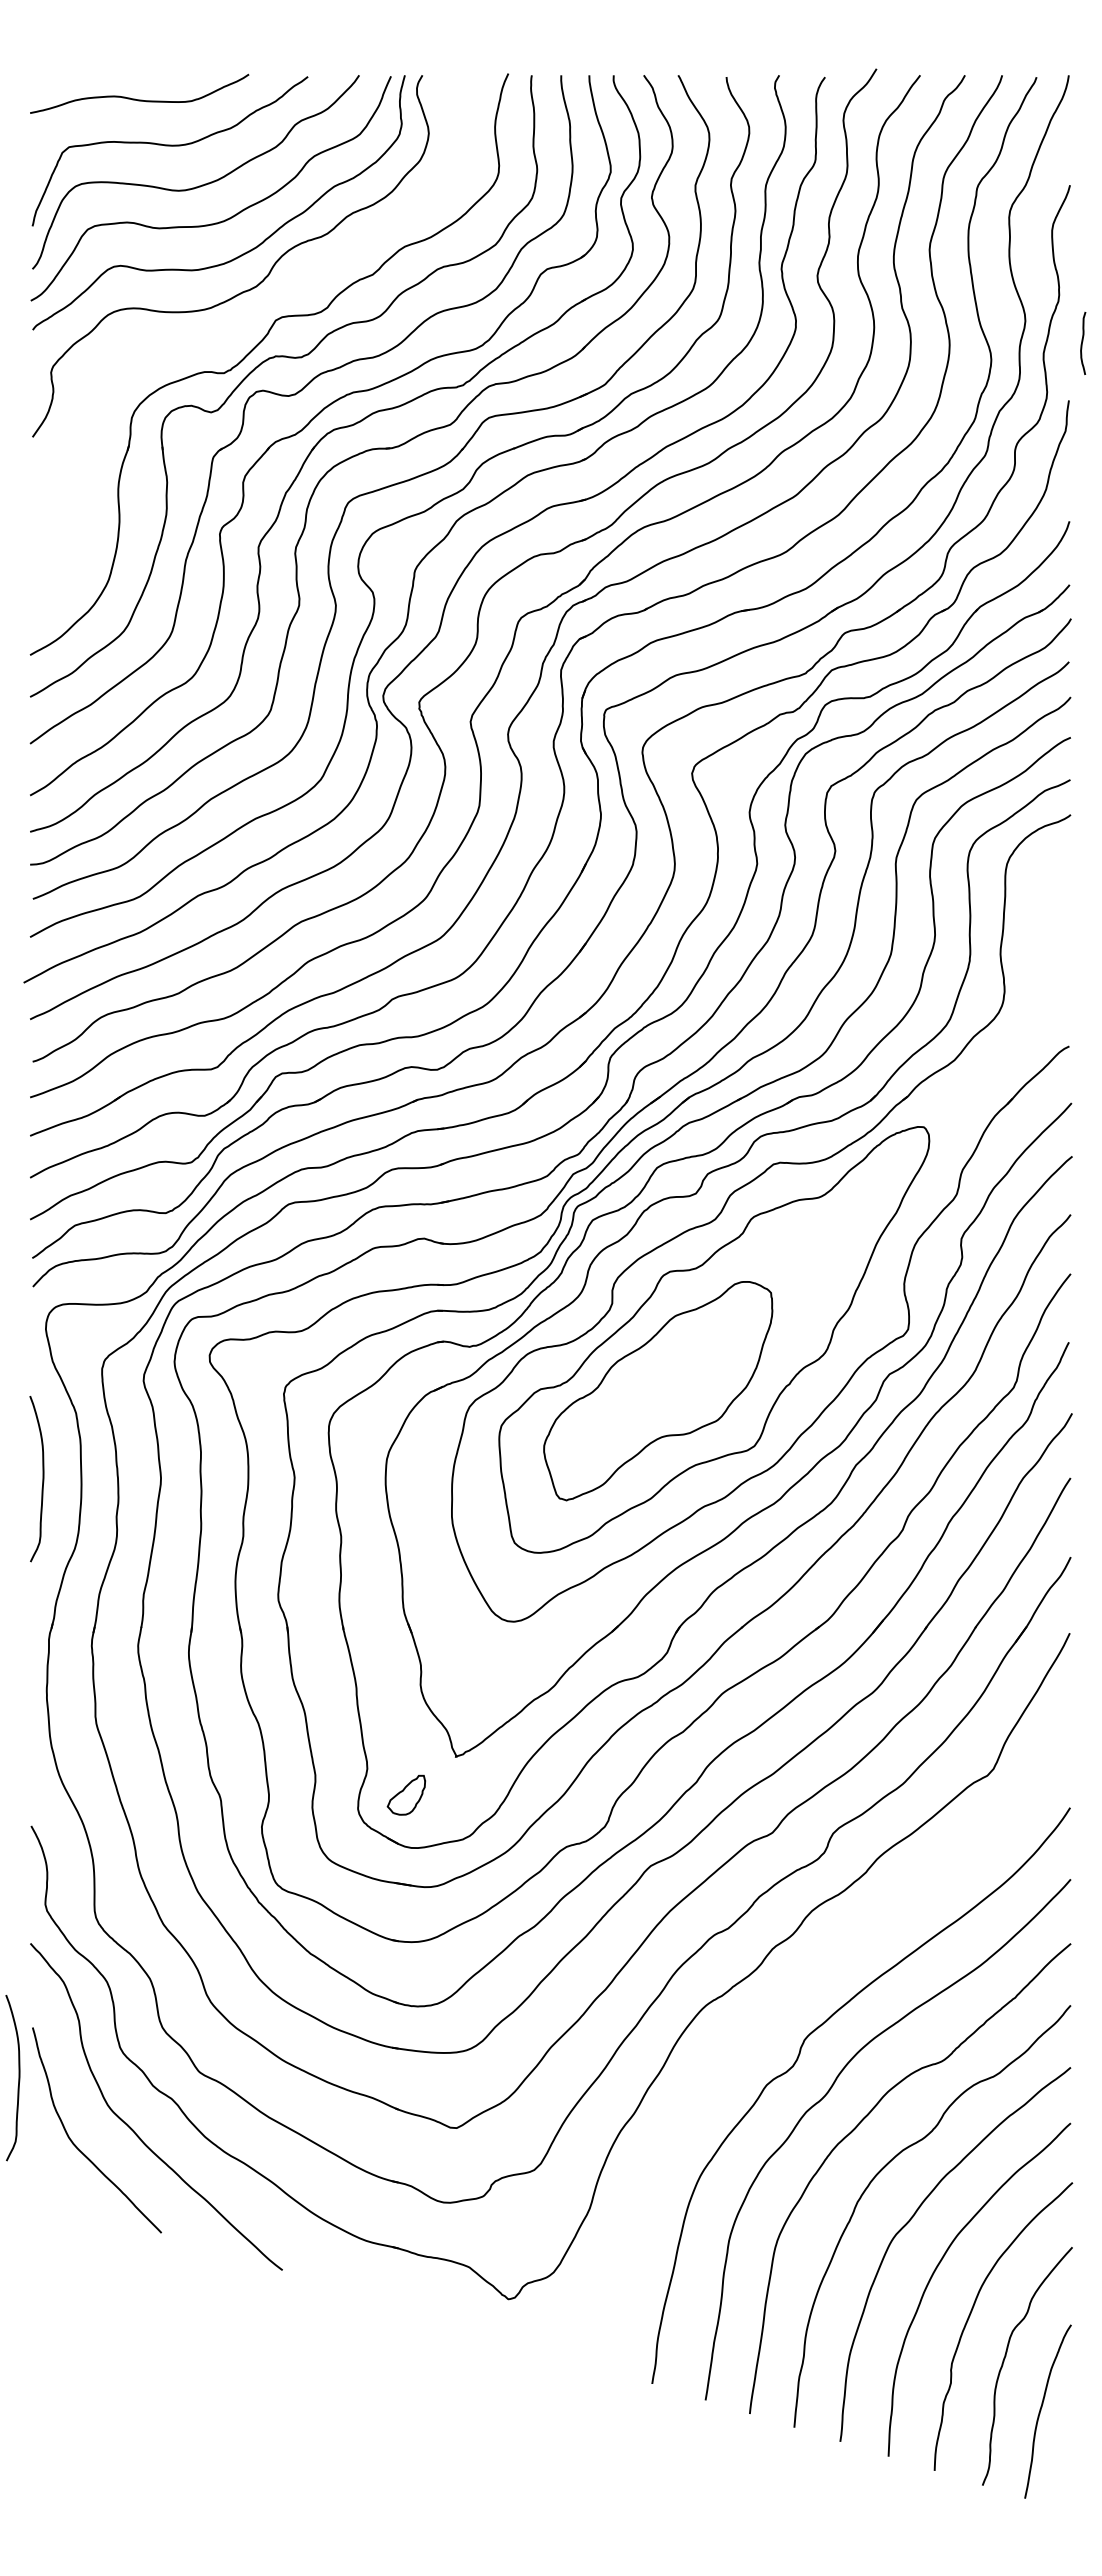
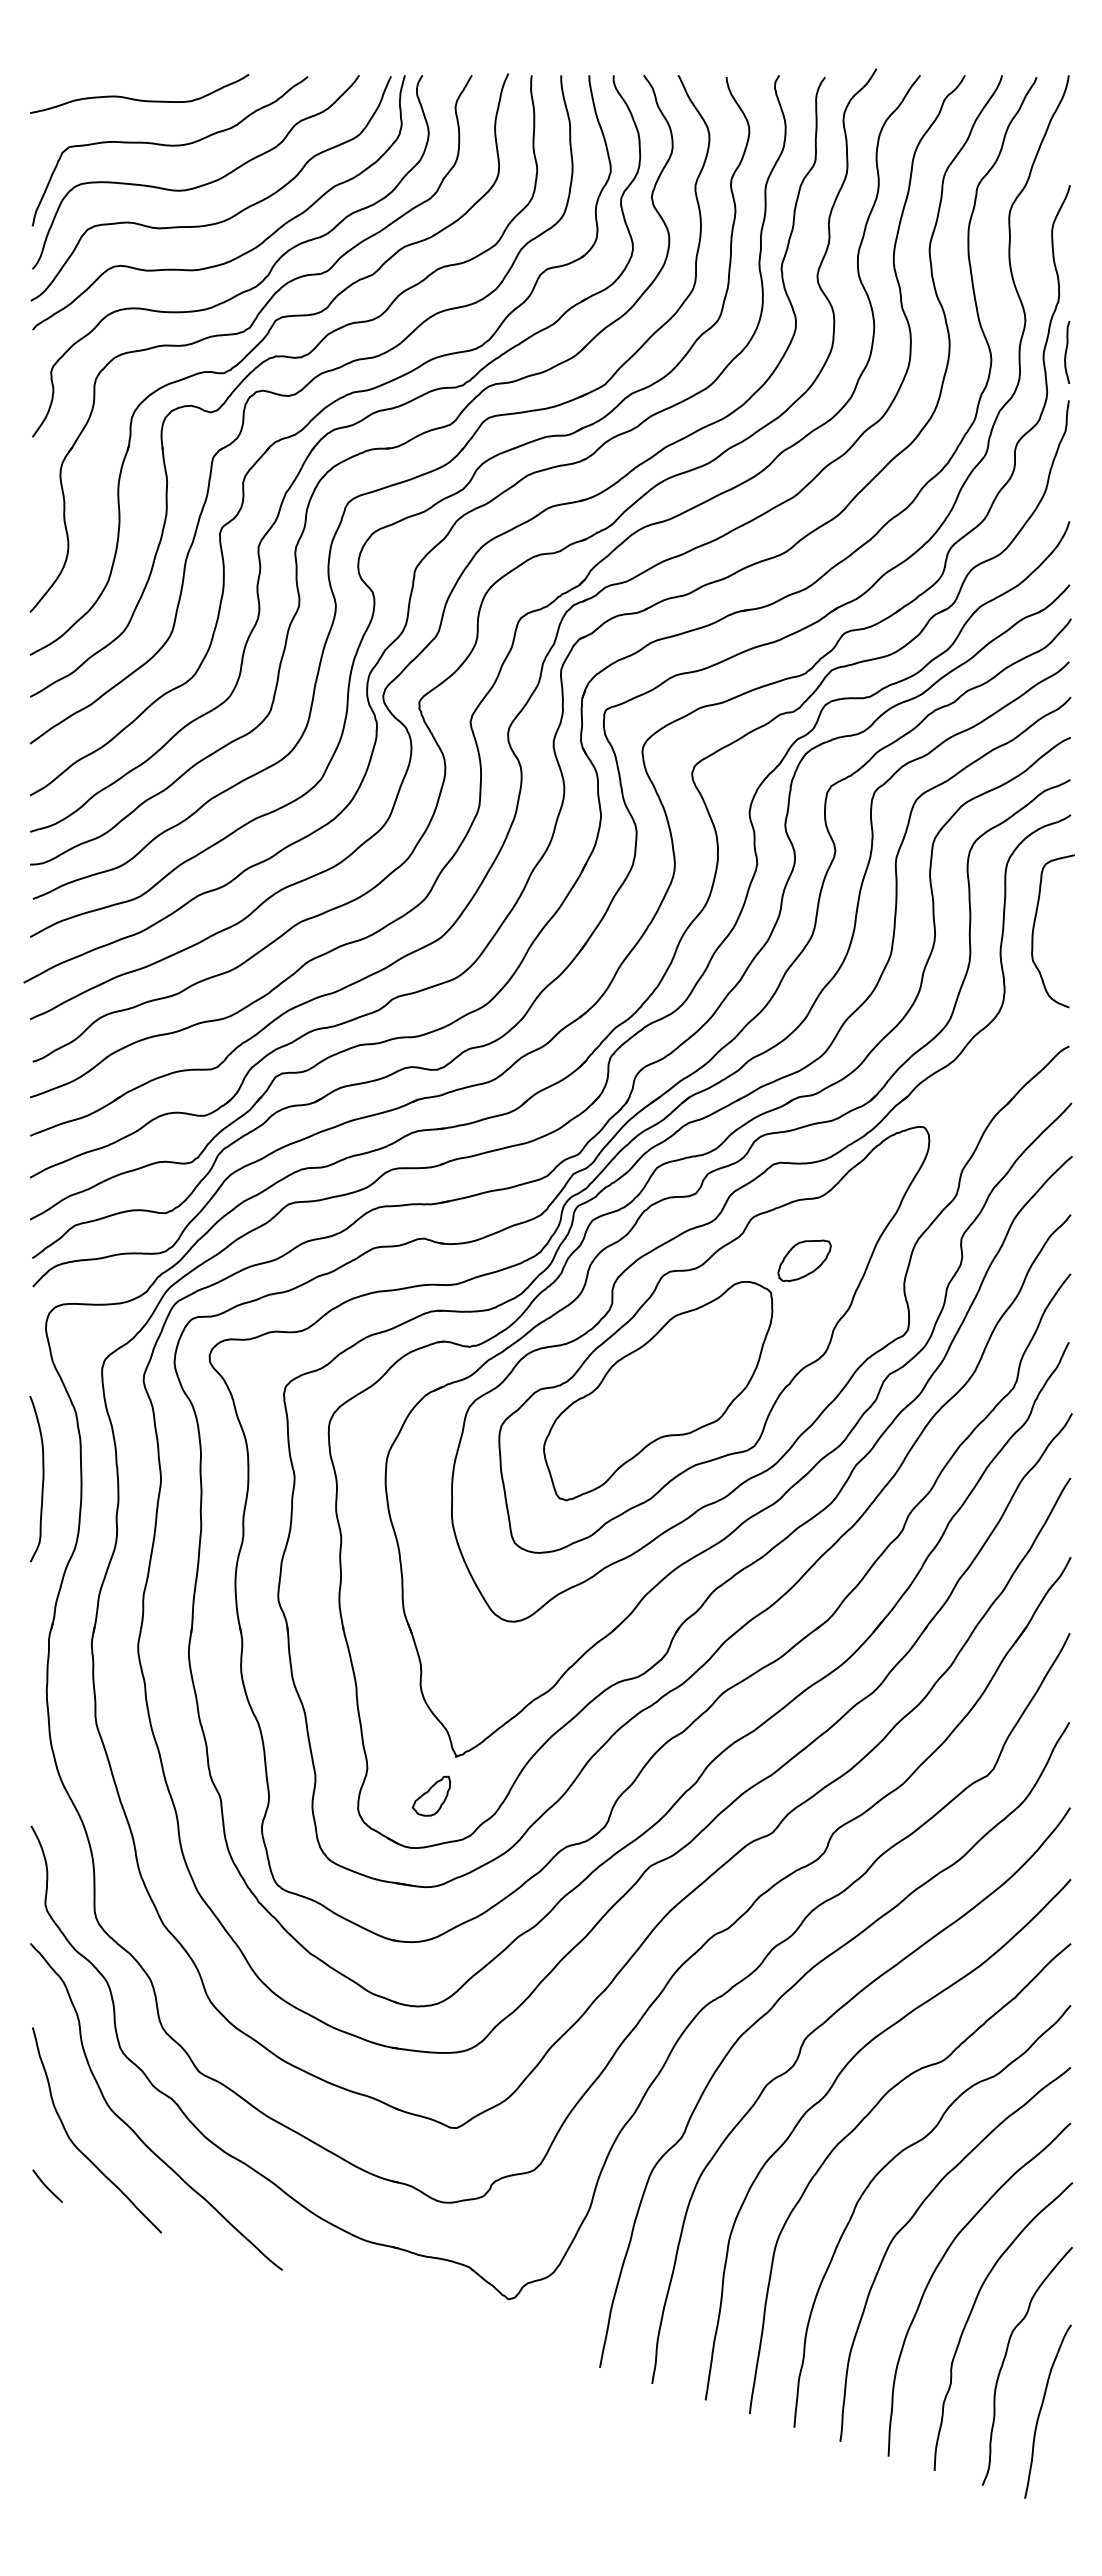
part at (244, 332): none -> present
curve at (1082, 343) position: (1082, 343) -> (1066, 352)
curve at (1034, 929): none -> present
part at (804, 1260): none -> present
part at (406, 1794) position: (406, 1794) -> (431, 1795)
curve at (791, 1989): none -> present
curve at (18, 2078): present -> none
curve at (46, 2185): none -> present
